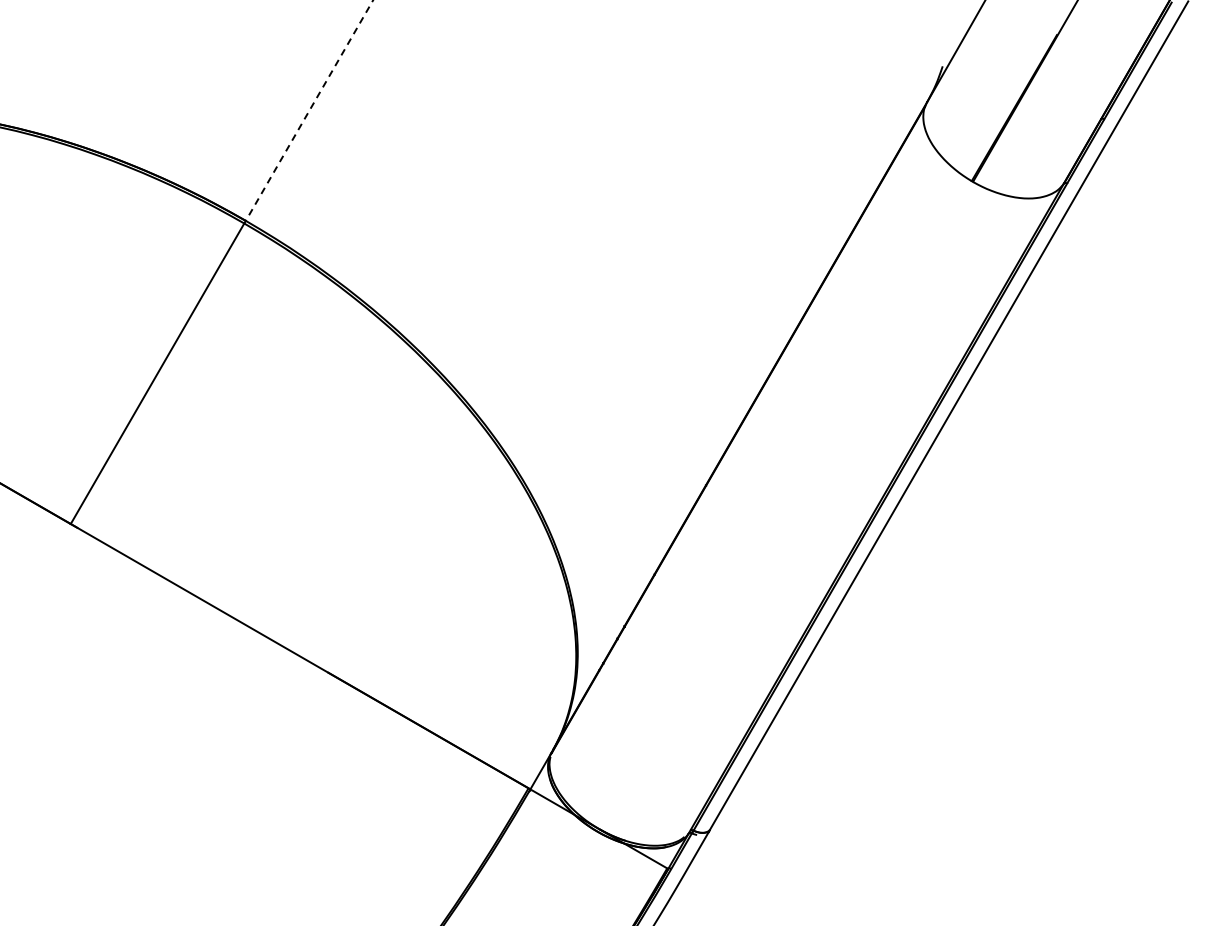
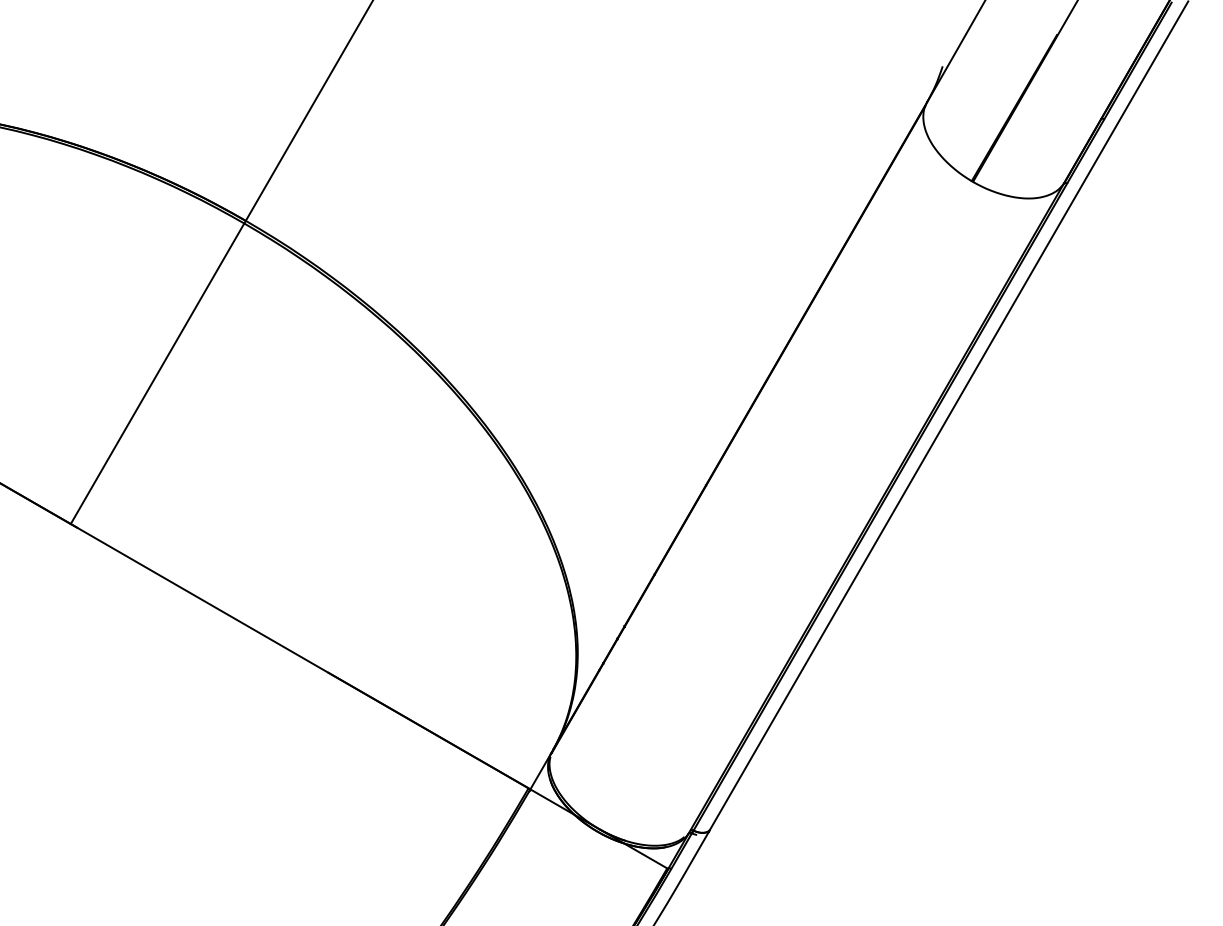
line at (308, 111): dashed -> solid
